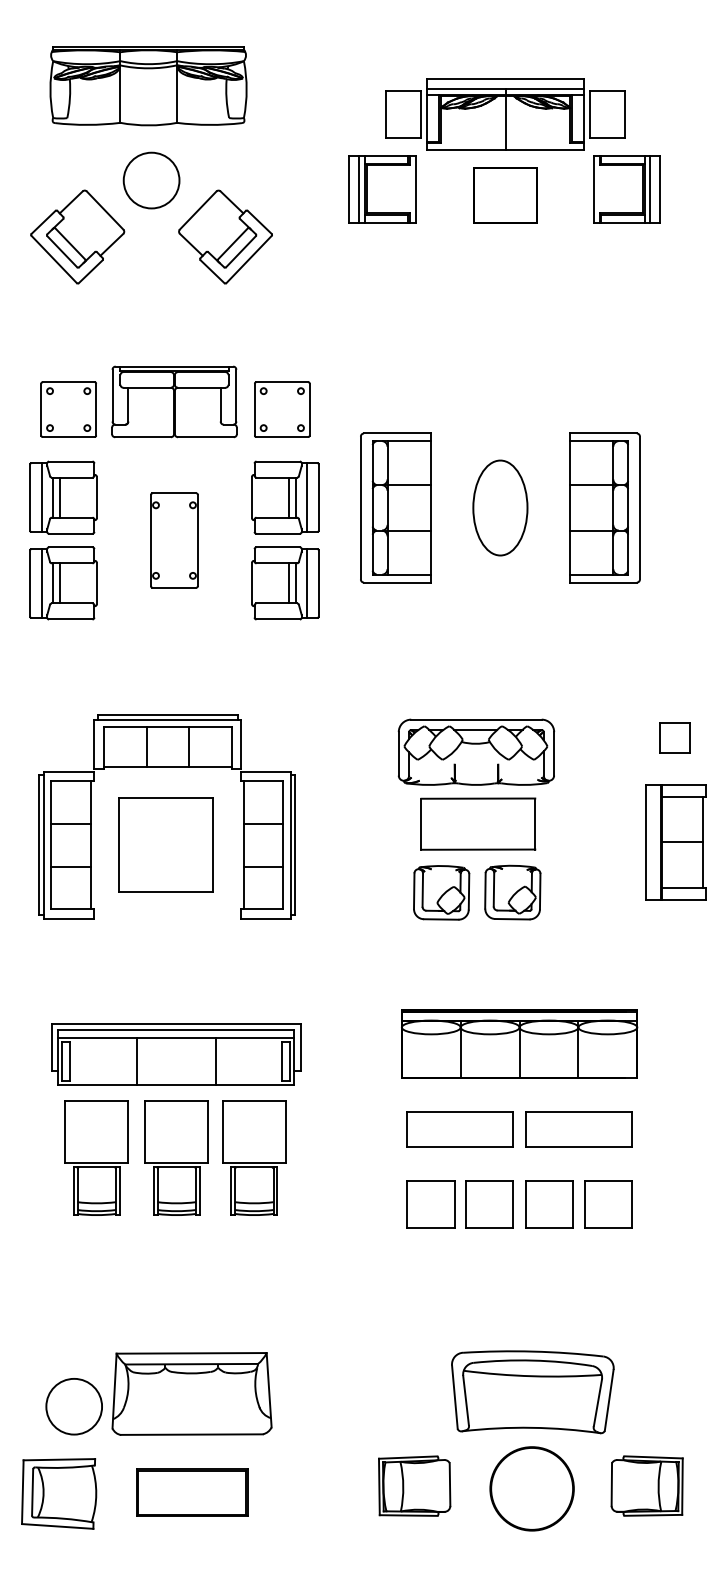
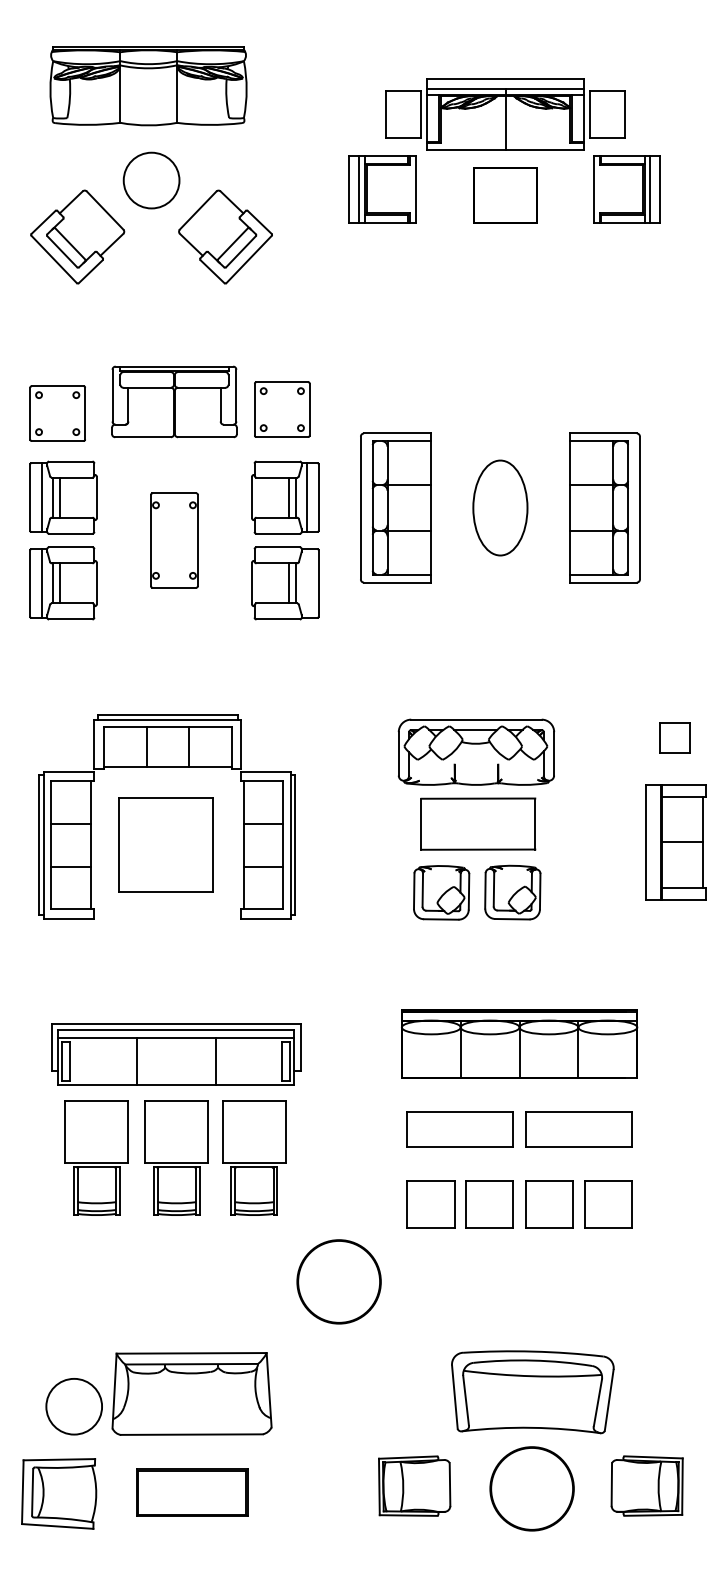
part at (68, 409) position: (68, 409) -> (57, 413)
line at (307, 583): present -> none
circle at (338, 1281): none -> present
